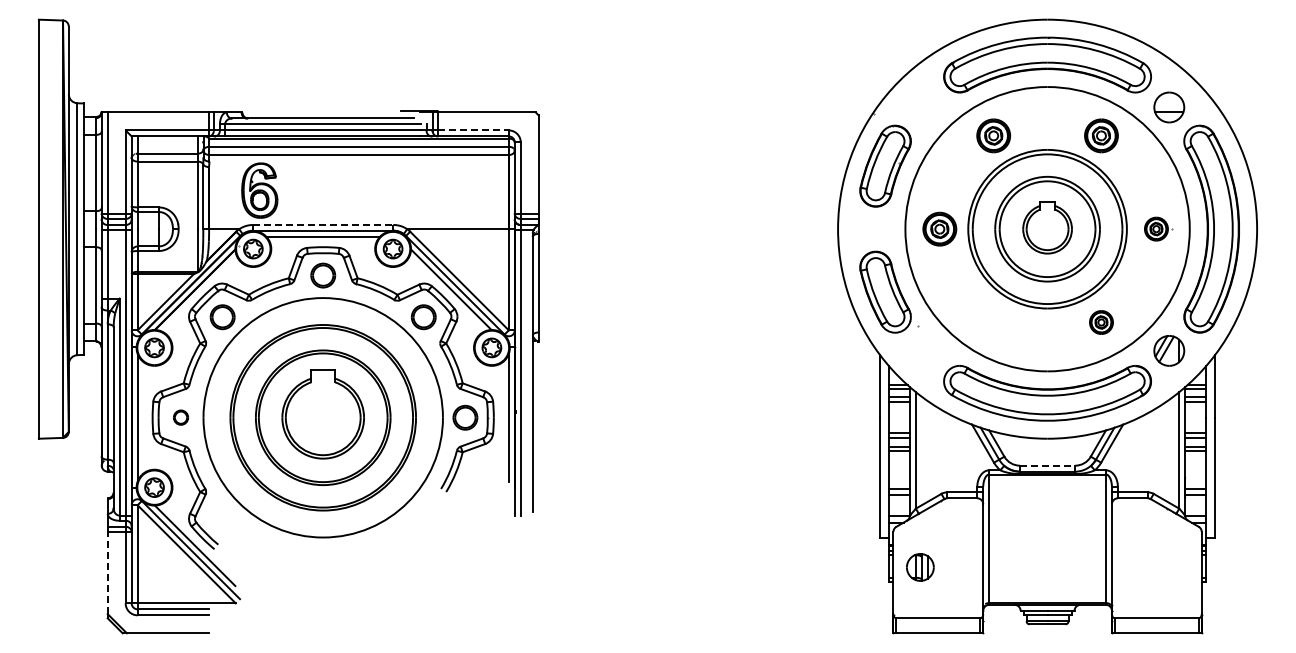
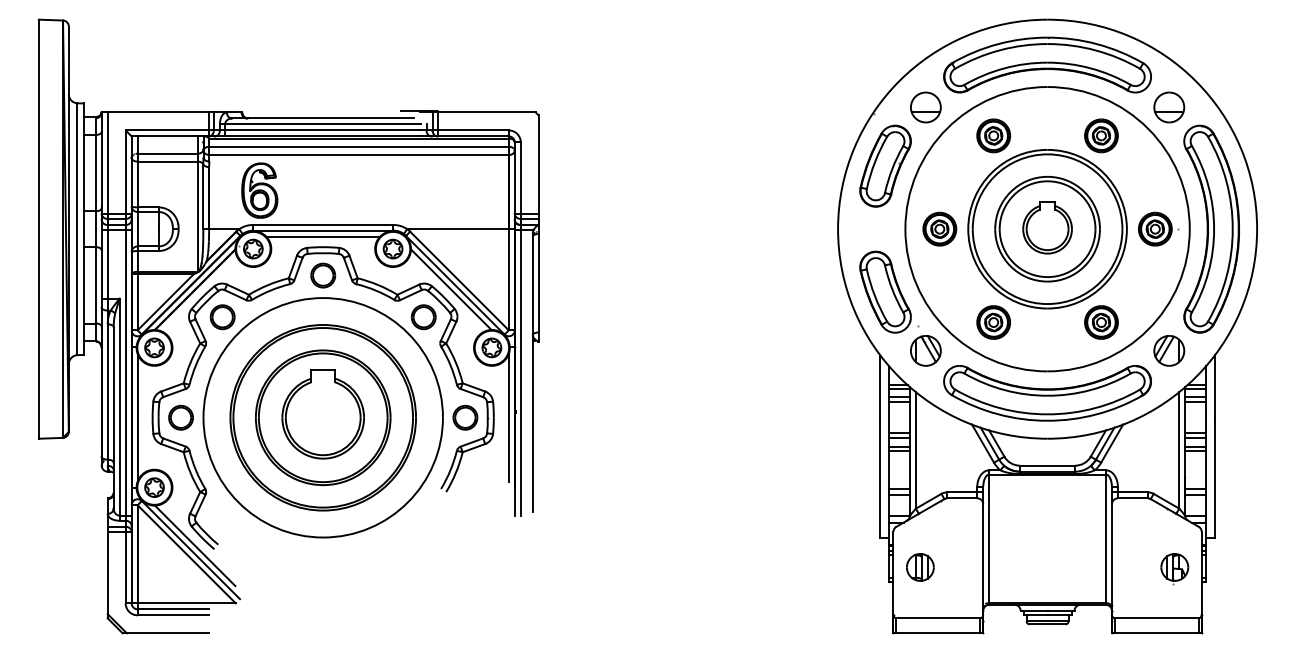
part at (925, 107): none -> present
line at (473, 130): dashed -> solid
line at (323, 224): dashed -> solid
part at (1158, 228) size: 30x26 px -> 42x36 px
part at (993, 322): none -> present
part at (1101, 322) size: 25x25 px -> 35x35 px
part at (925, 350): none -> present
part at (181, 417) size: 17x17 px -> 26x27 px
line at (1047, 465): dashed -> solid
part at (1174, 569): none -> present
line at (107, 572): dashed -> solid
